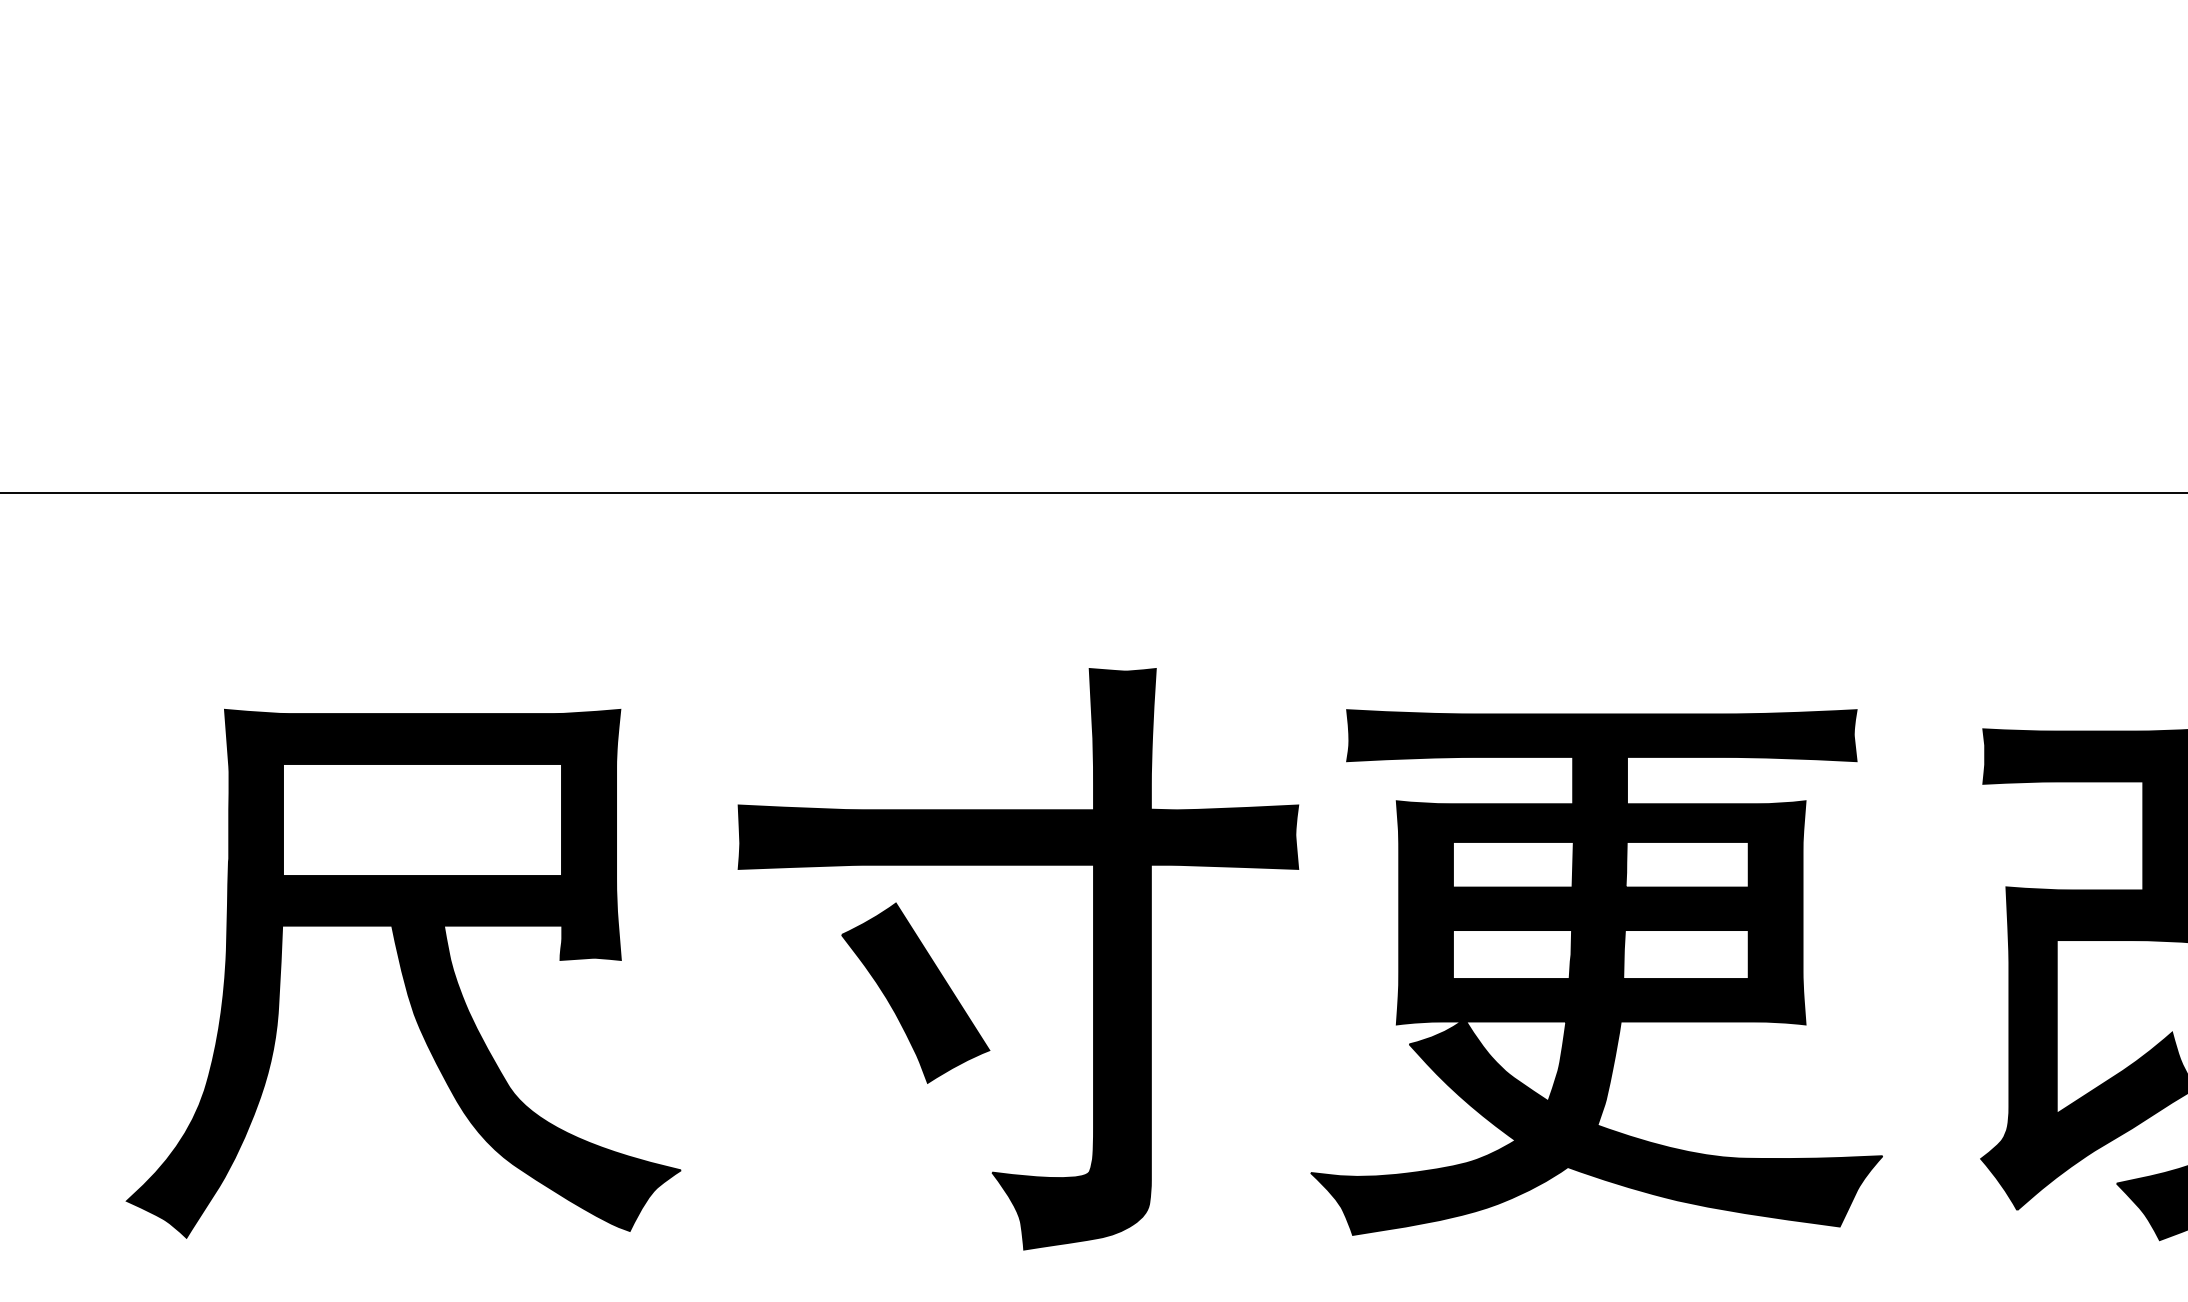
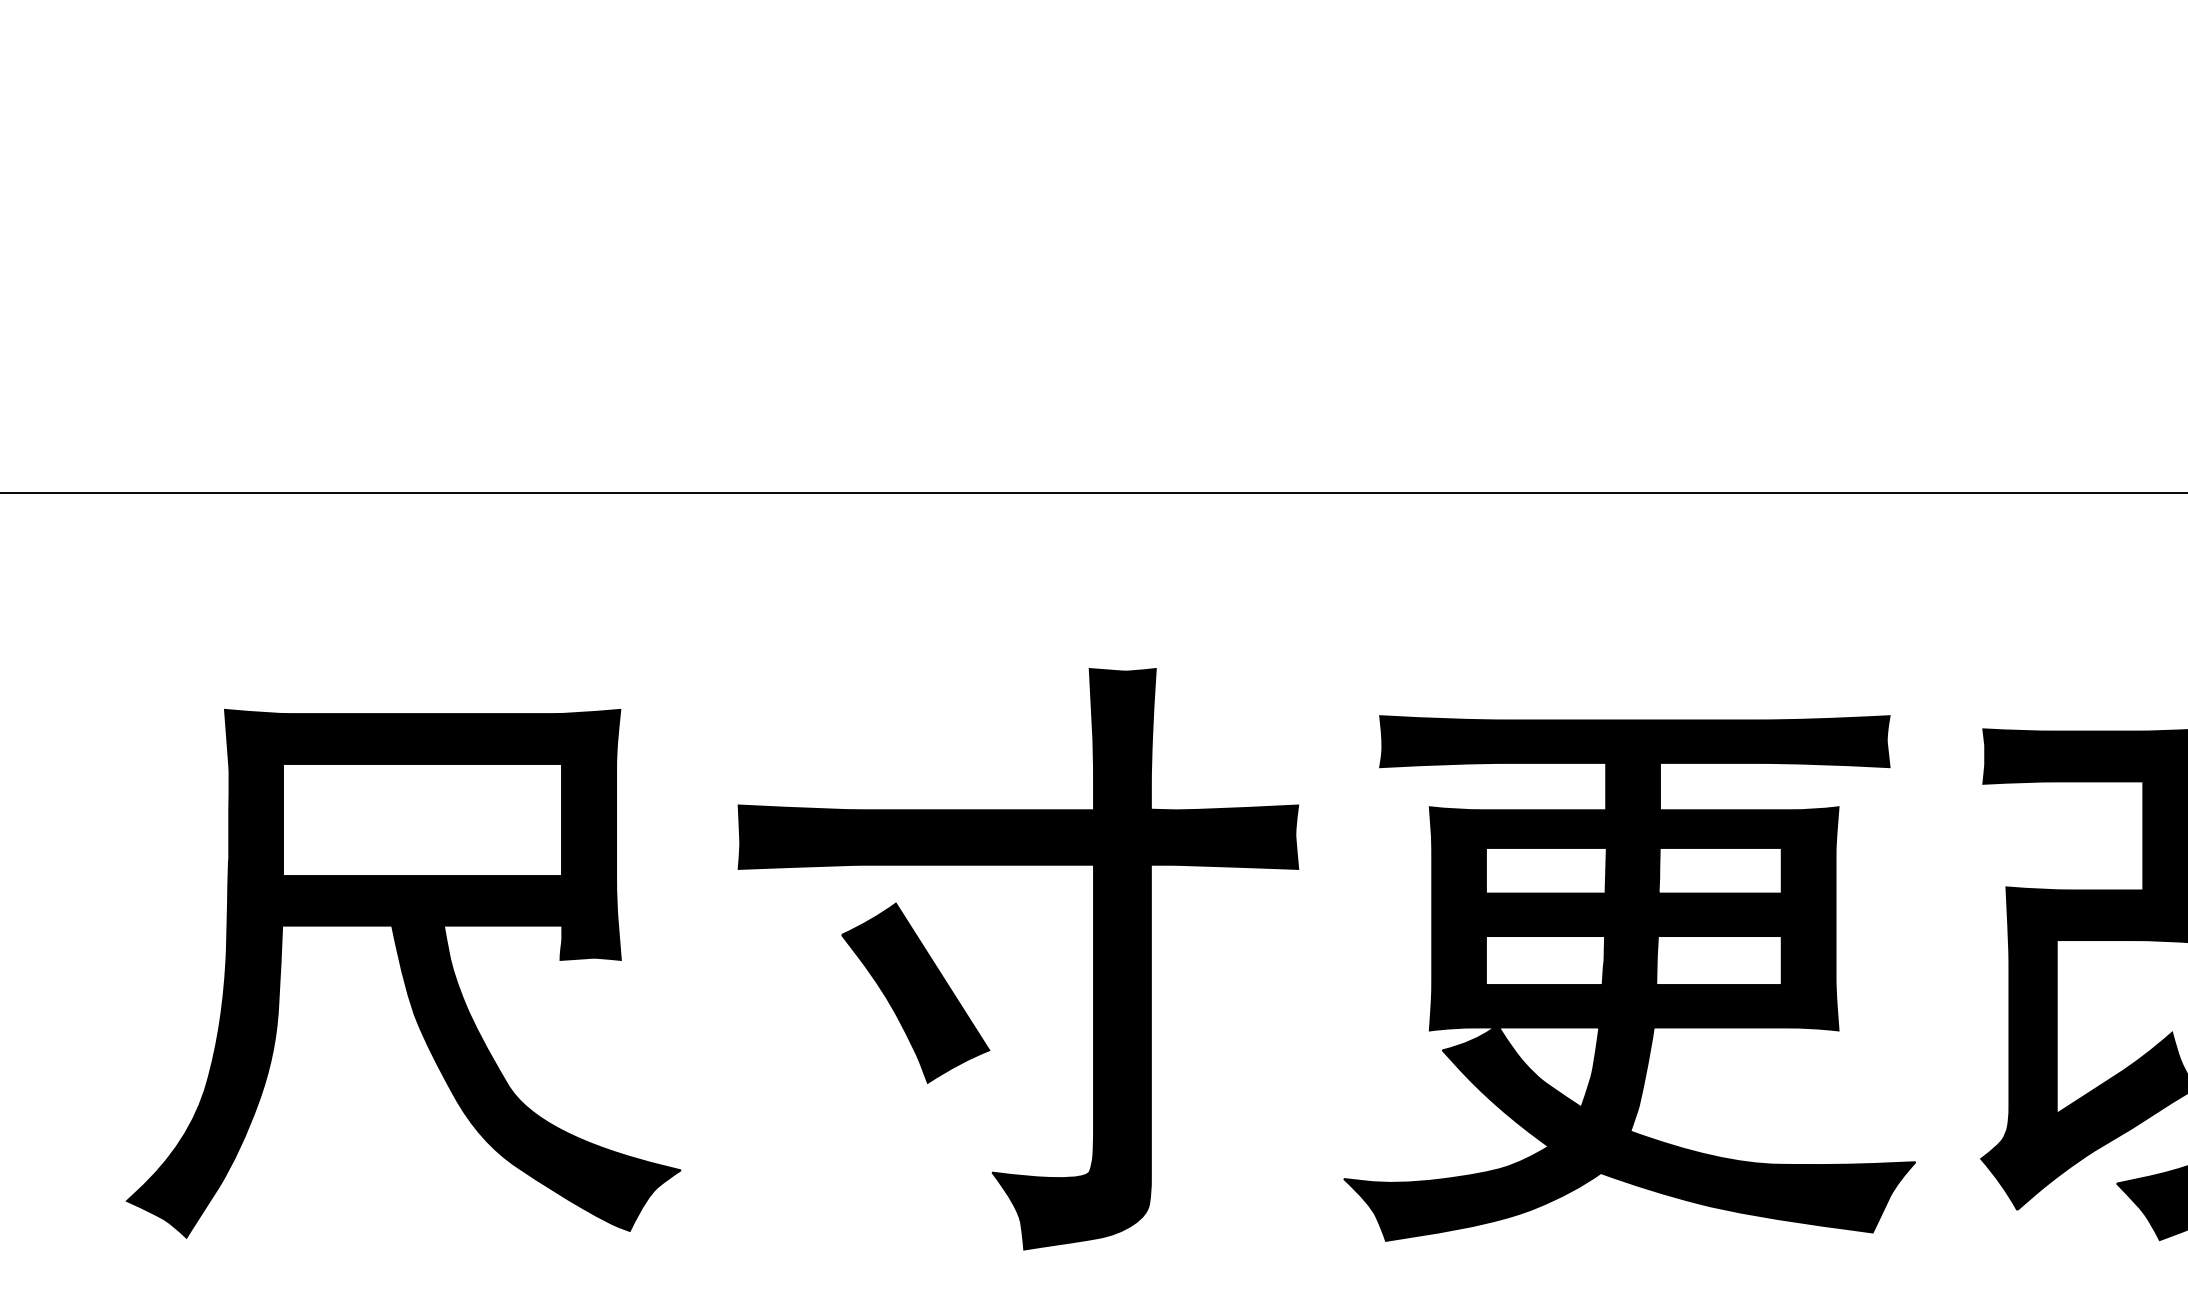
part at (1596, 972) position: (1596, 972) -> (1629, 978)
